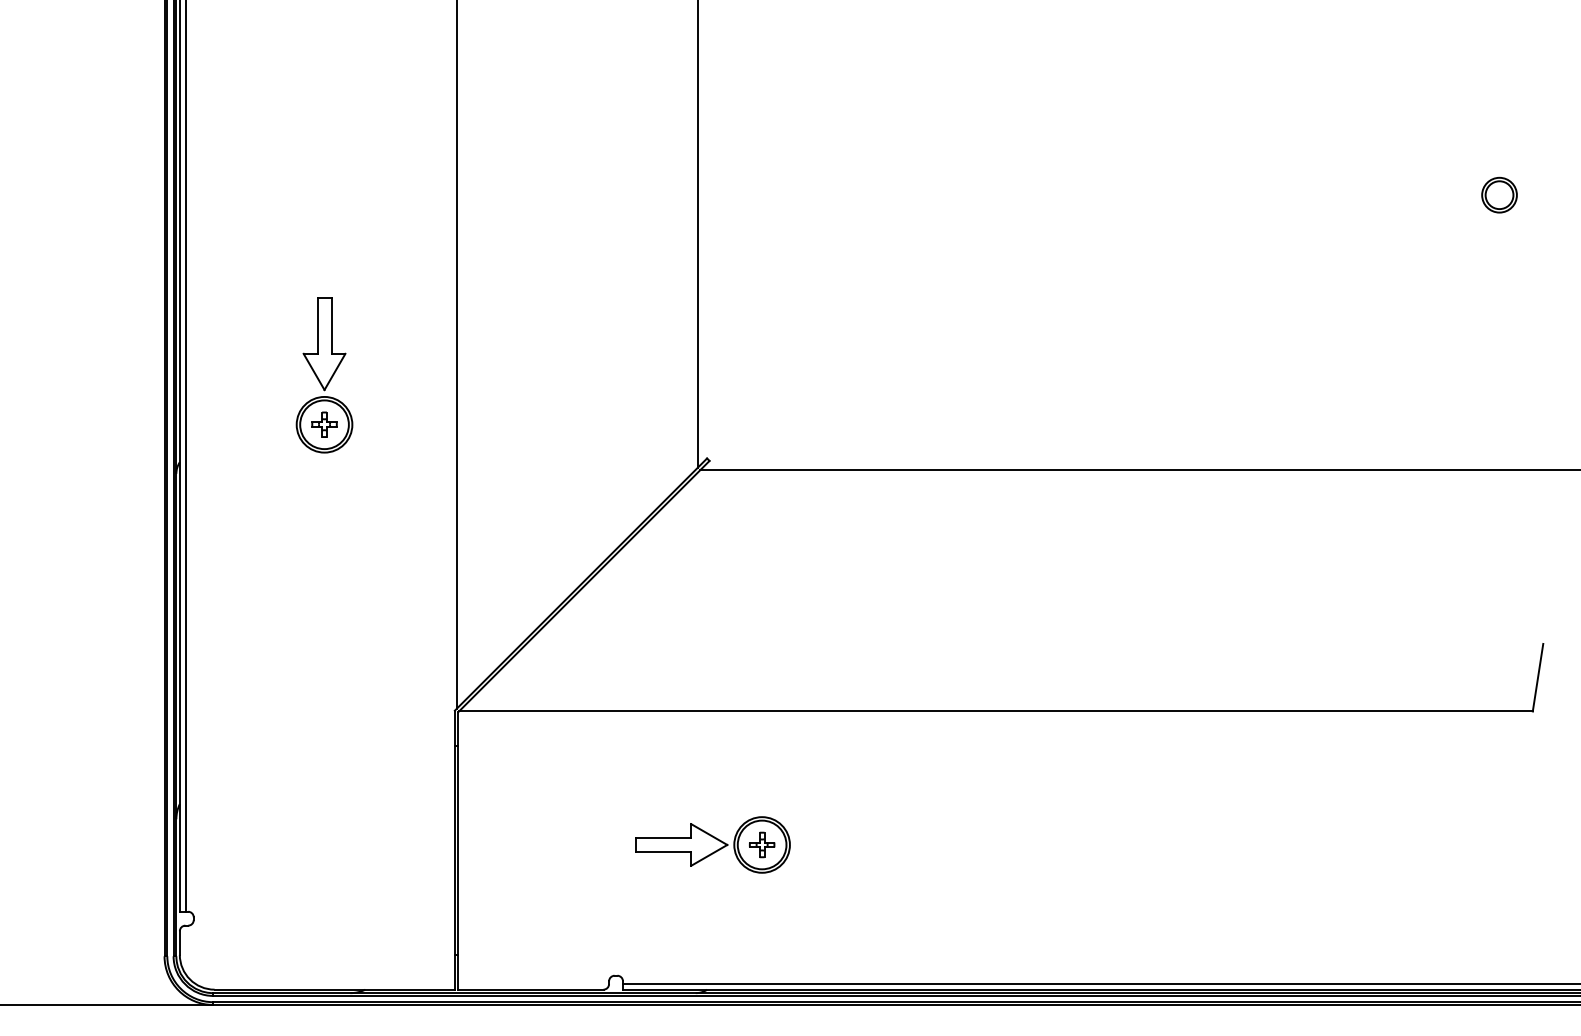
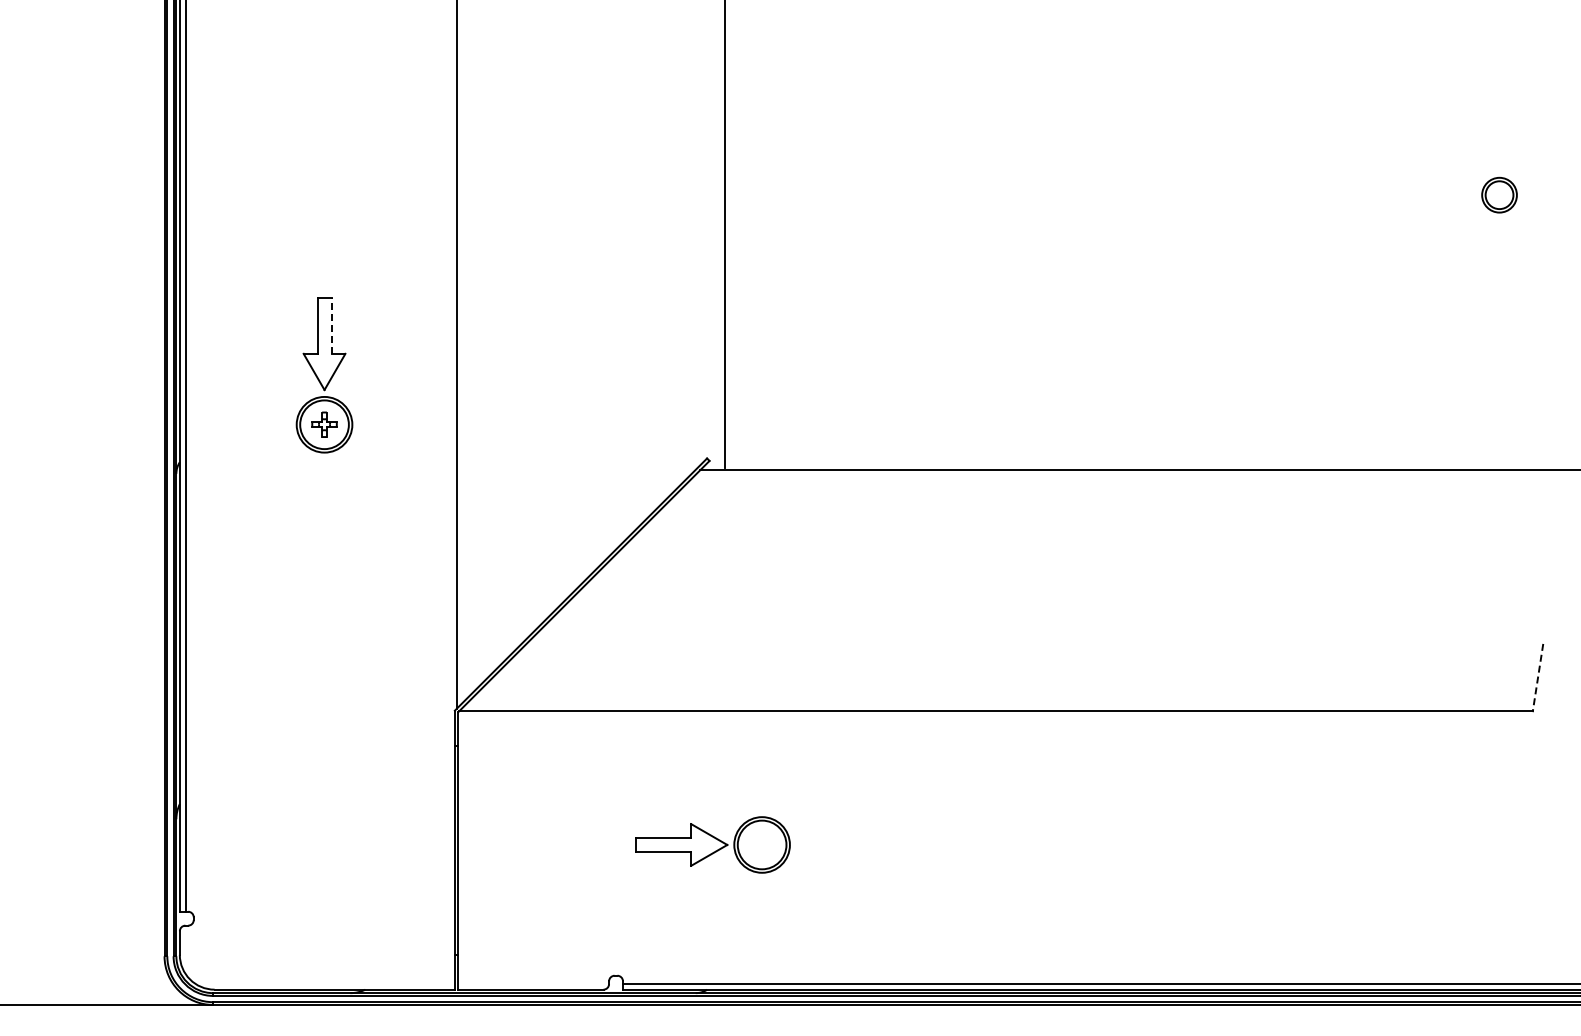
line at (697, 234) position: (697, 234) -> (724, 234)
line at (331, 326): solid -> dashed
line at (1537, 678): solid -> dashed
part at (762, 844): present -> none
